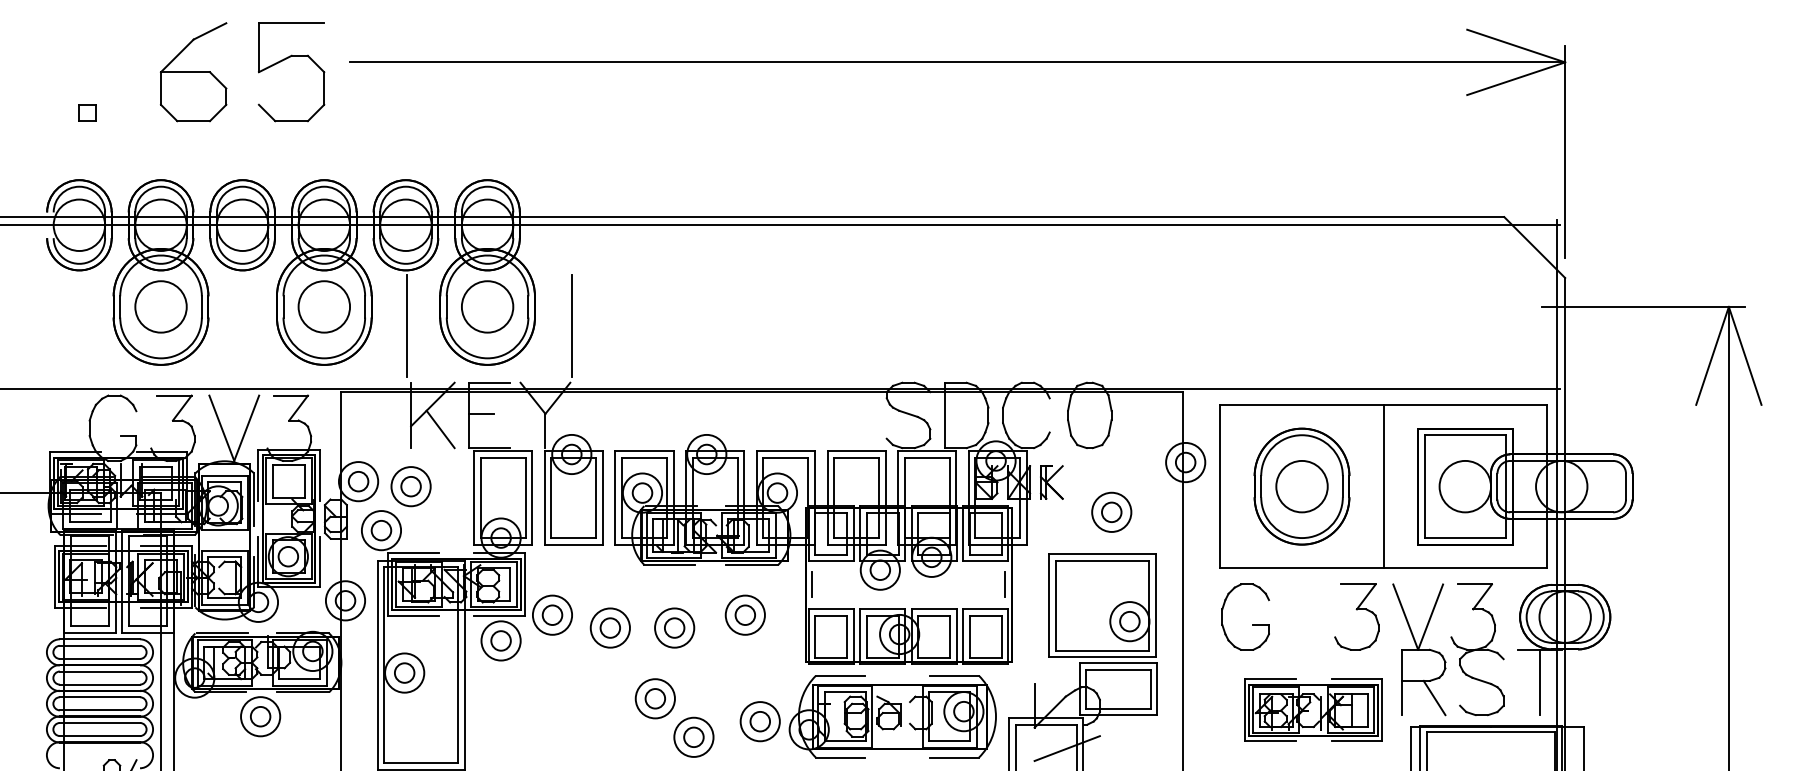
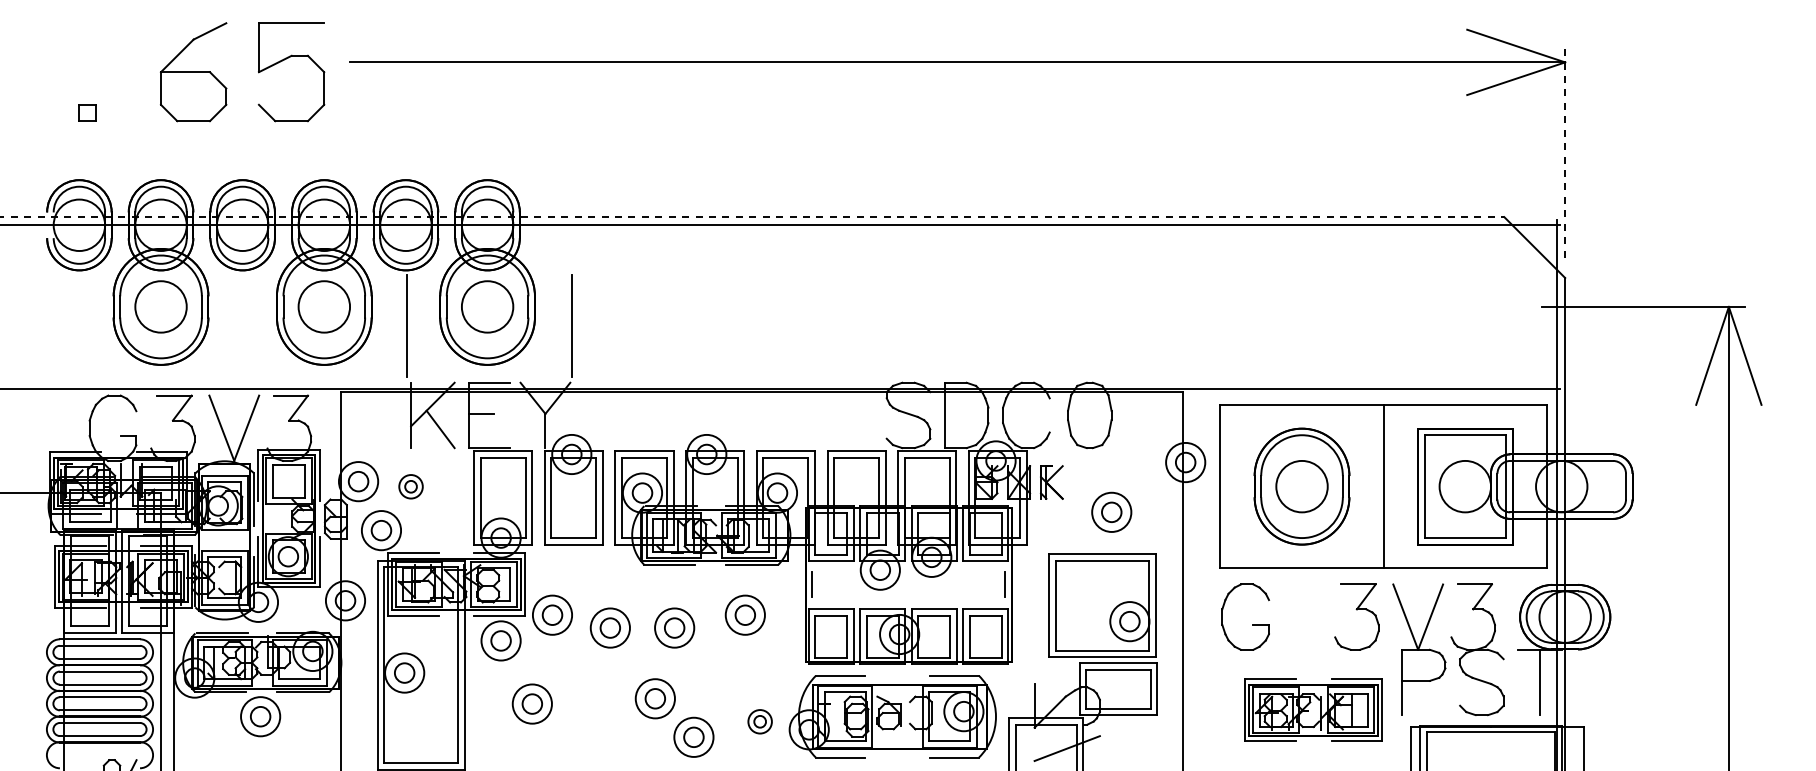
line at (1565, 151): solid -> dashed
line at (752, 217): solid -> dashed
part at (410, 486) size: 42x42 px -> 26x26 px
line at (1434, 697): present -> none
part at (531, 703): none -> present
part at (759, 721) size: 42x42 px -> 26x26 px
